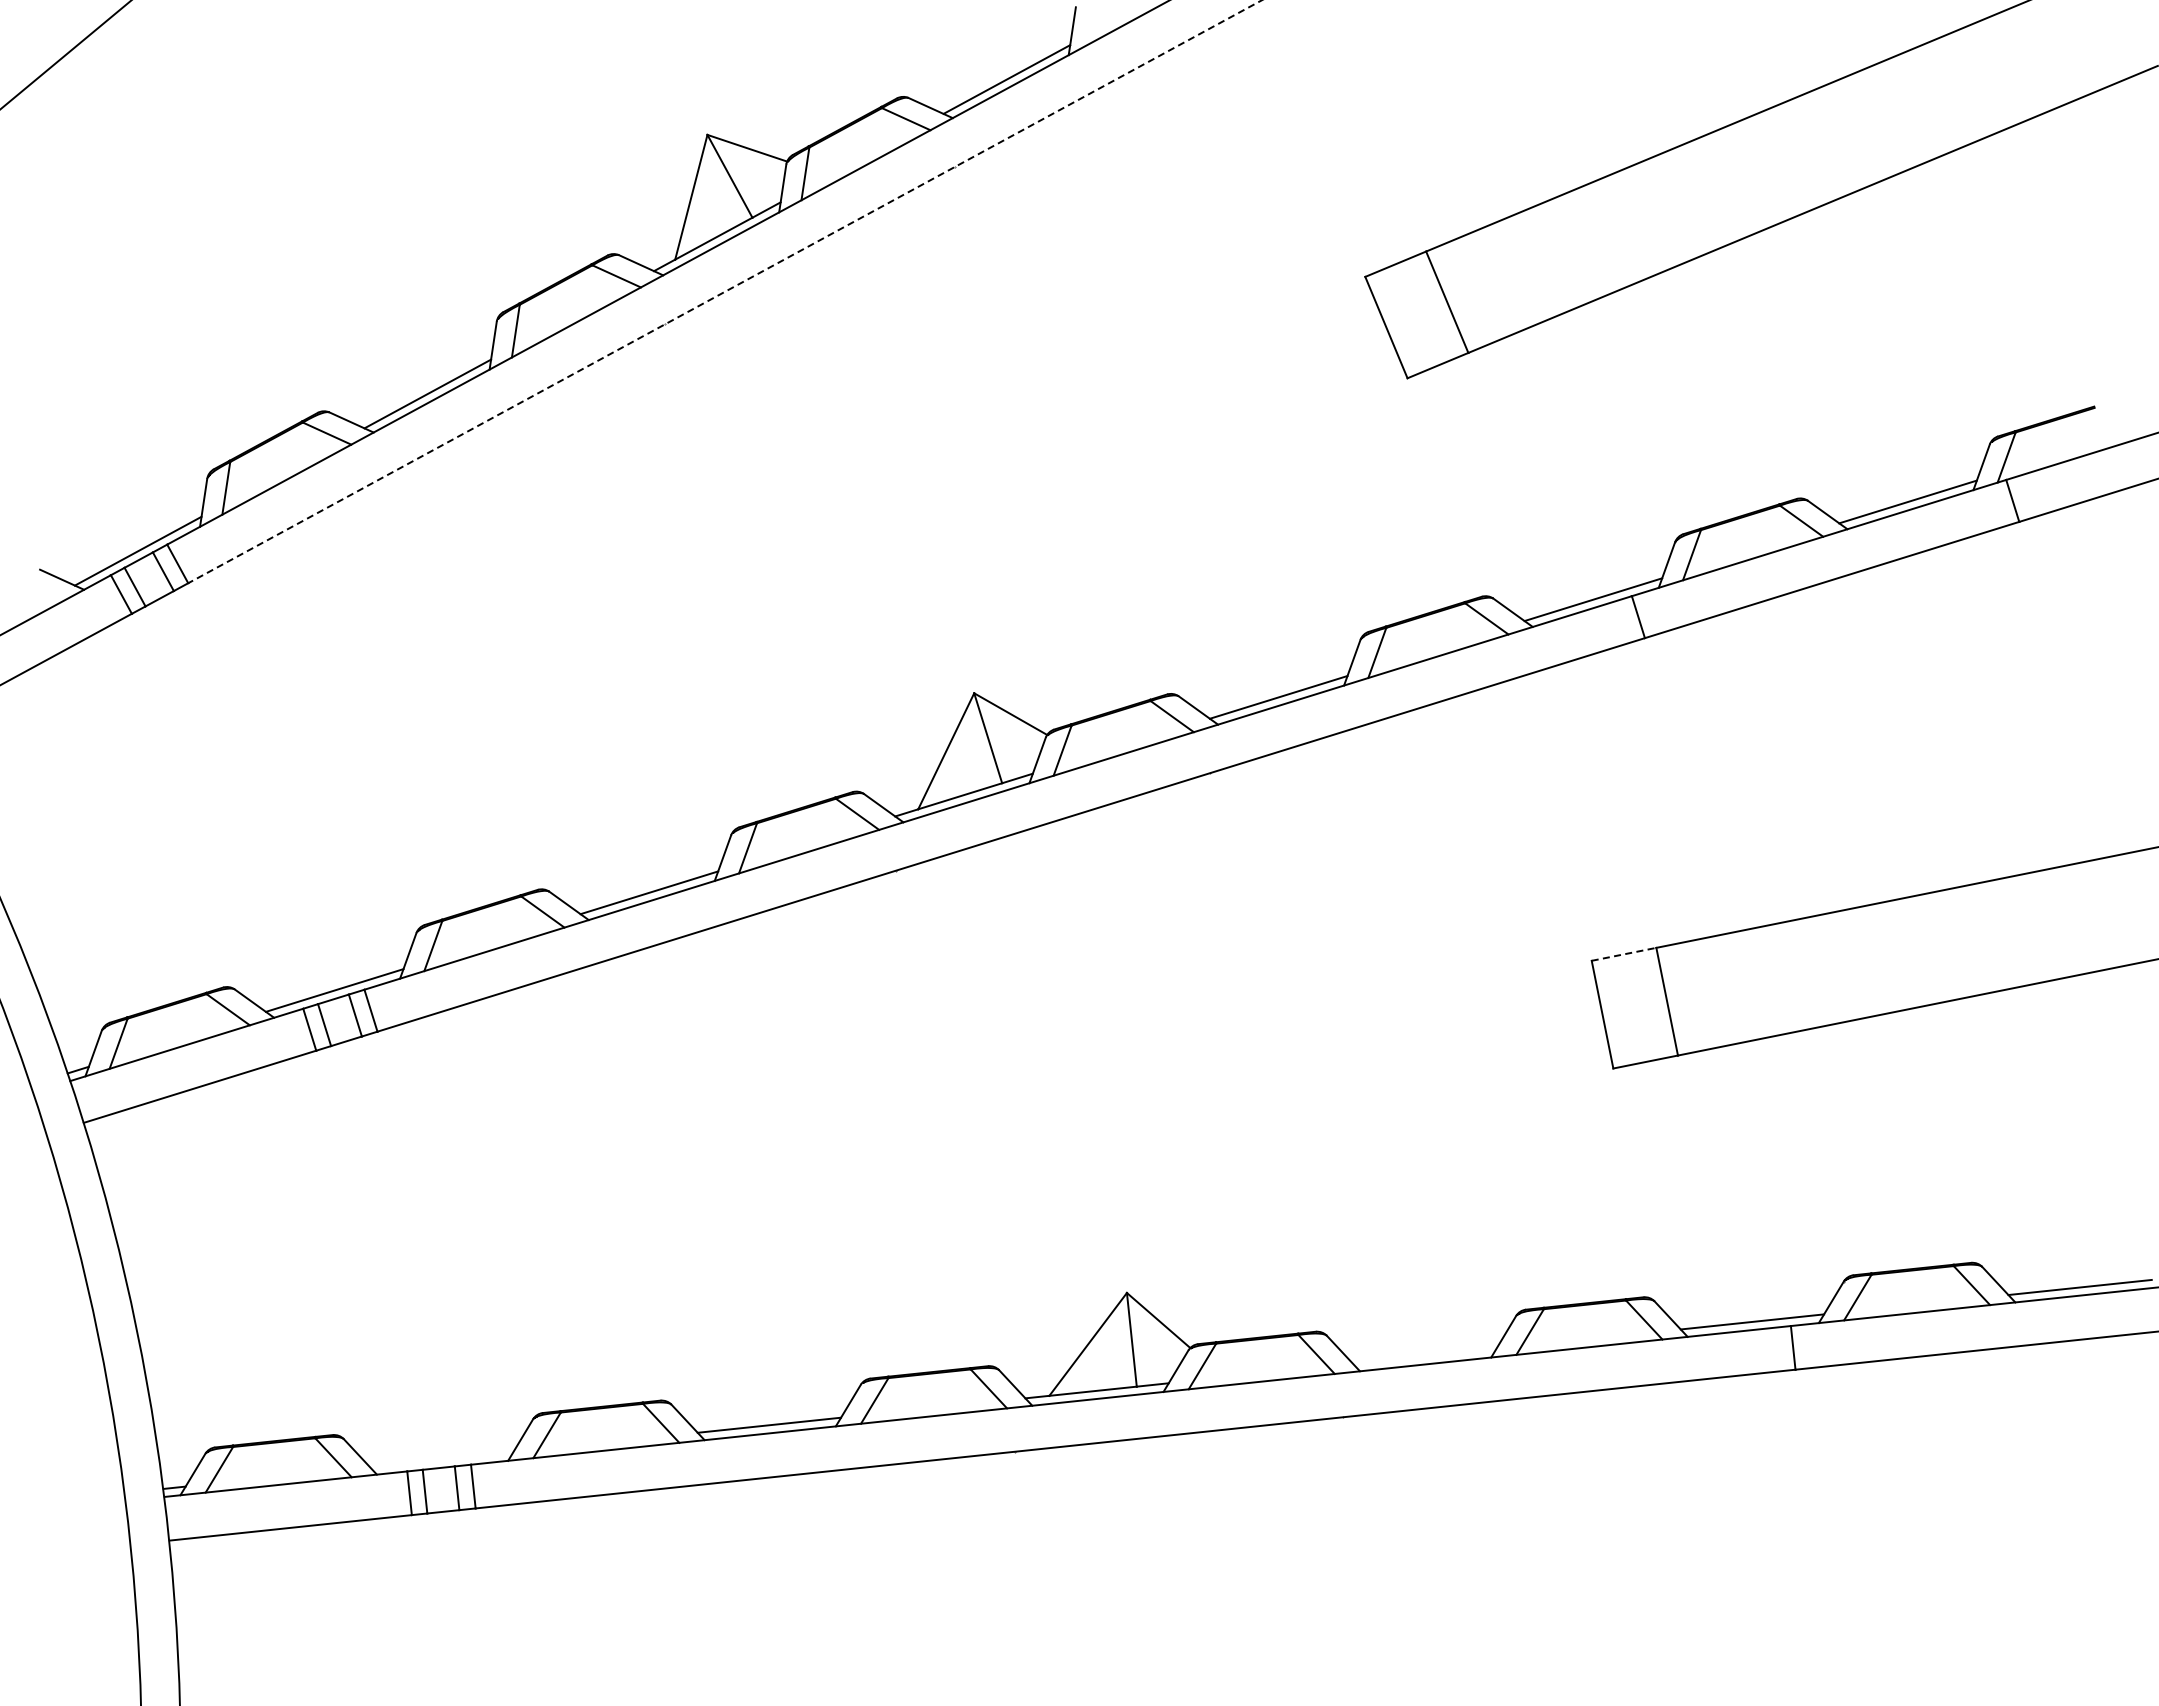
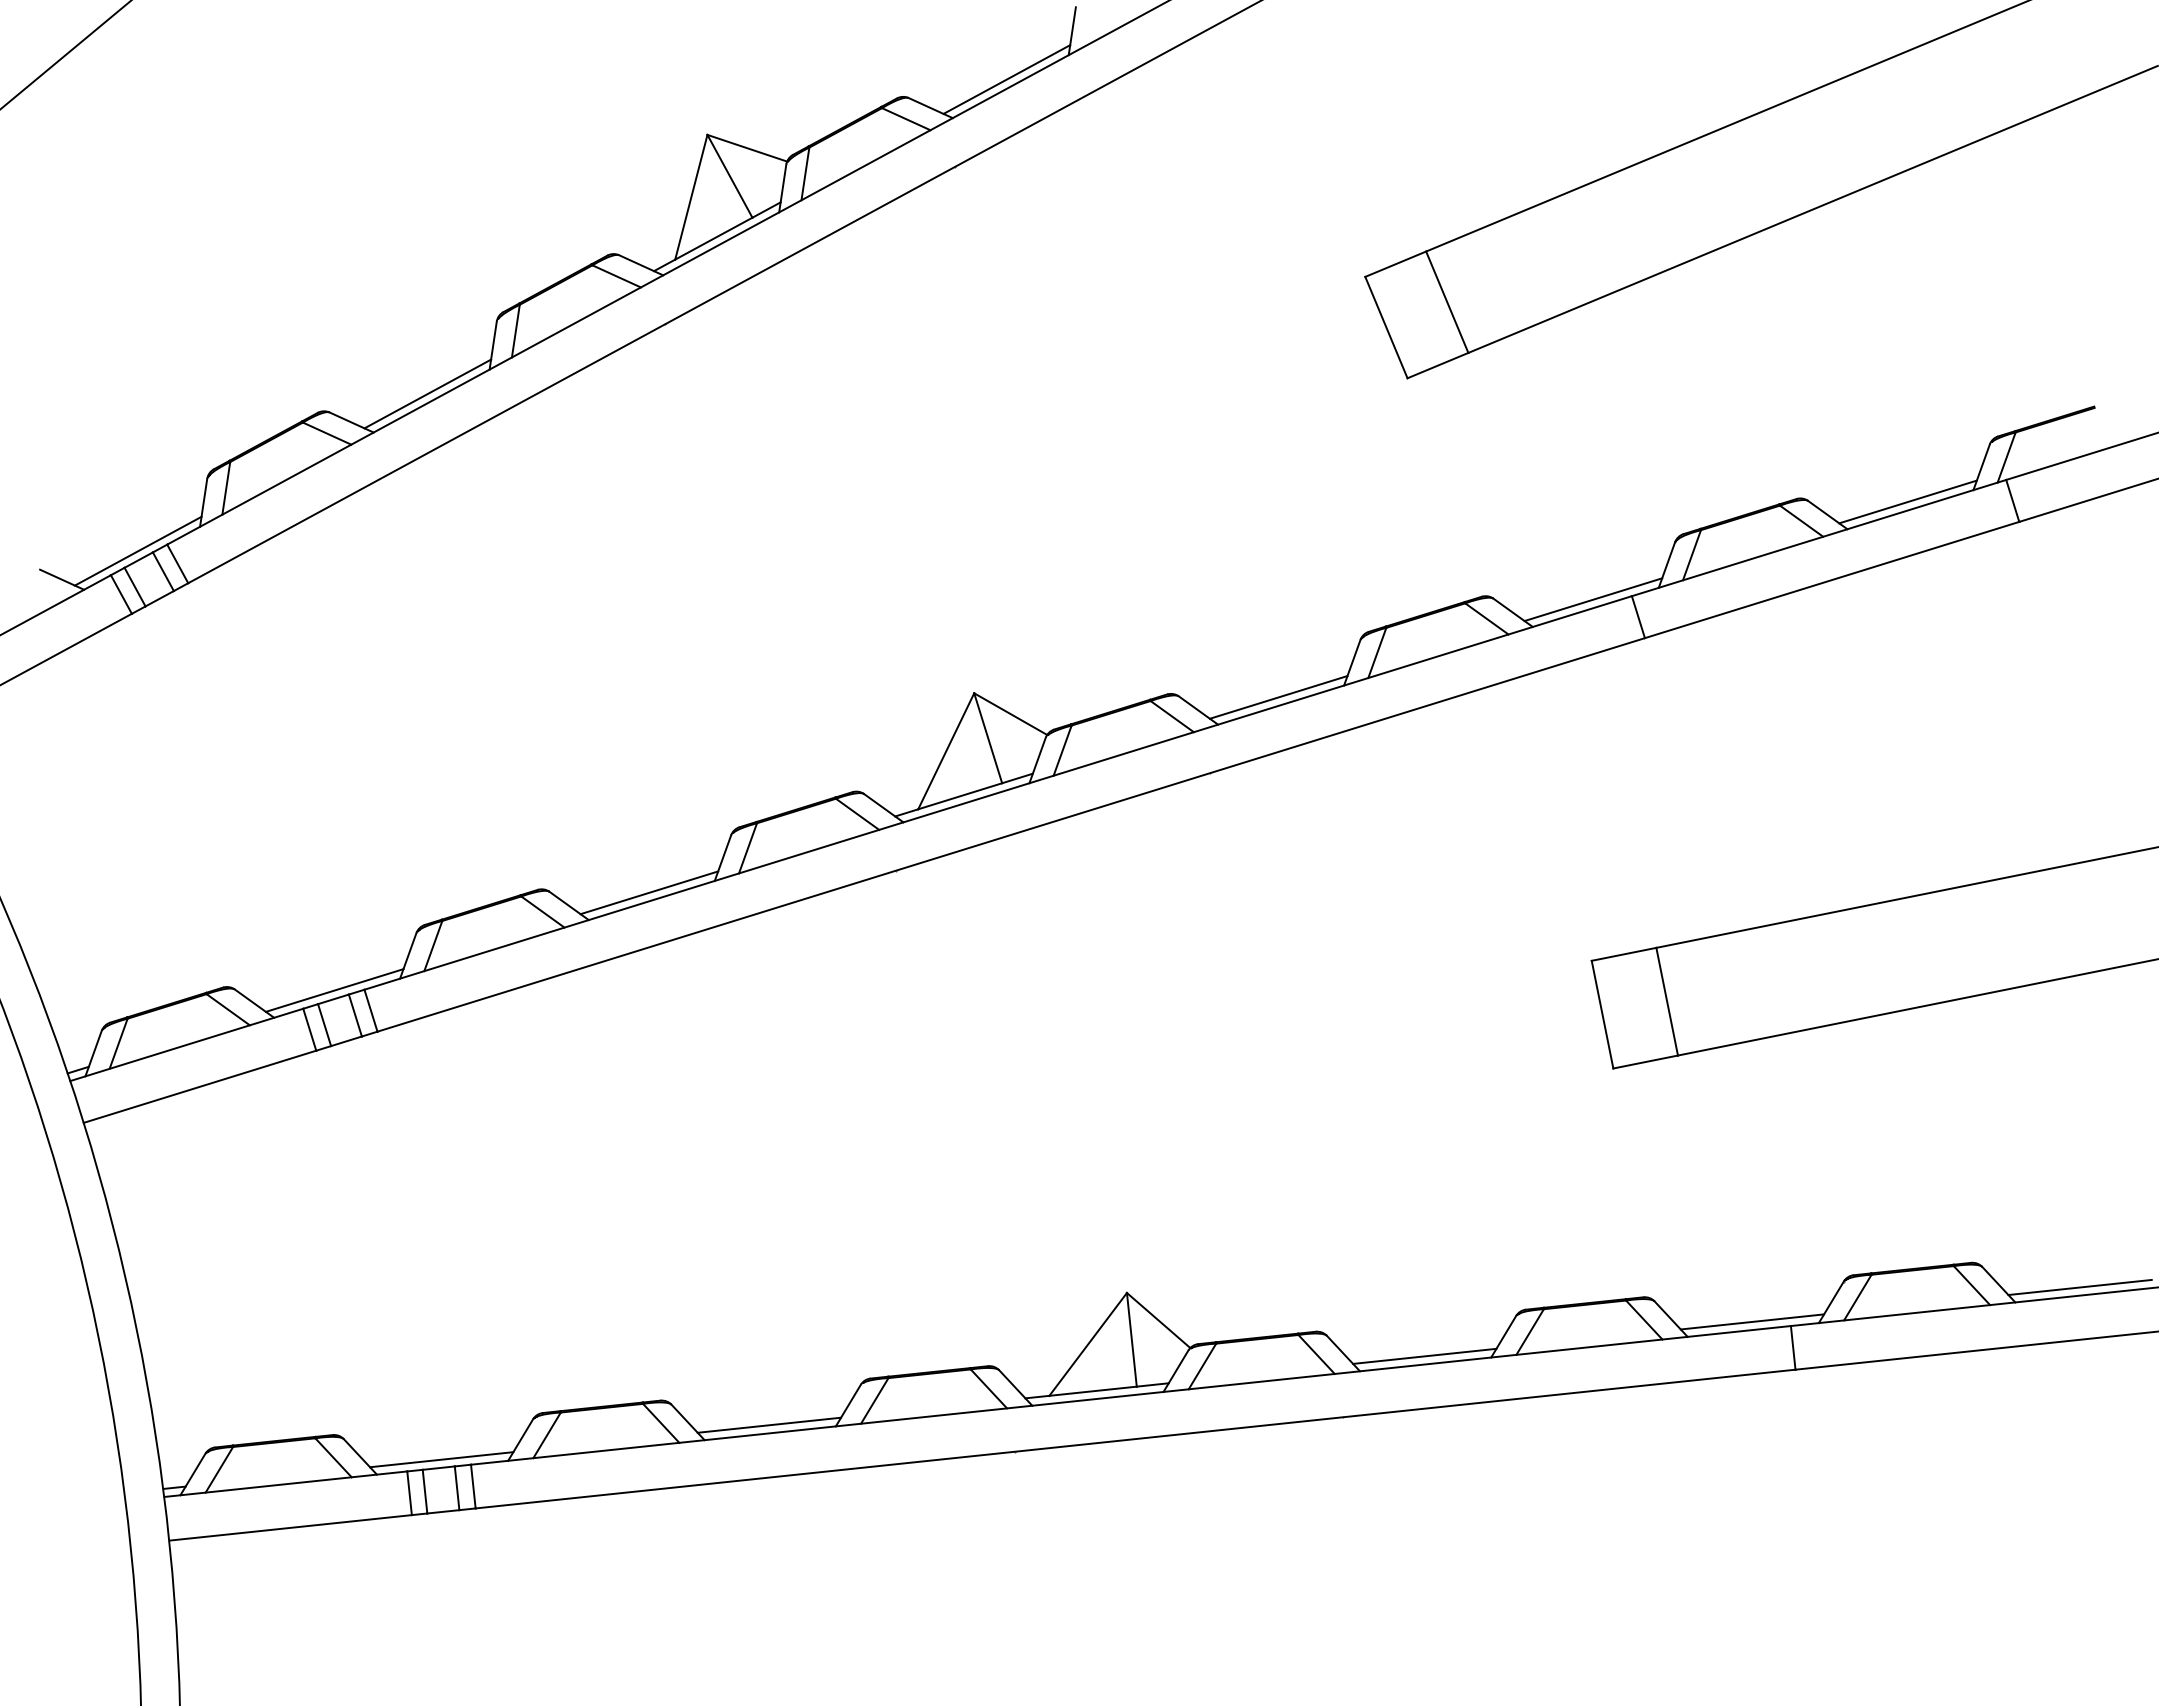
line at (724, 291): dashed -> solid
line at (1624, 954): dashed -> solid
line at (1424, 1355): none -> present
line at (441, 1459): none -> present
